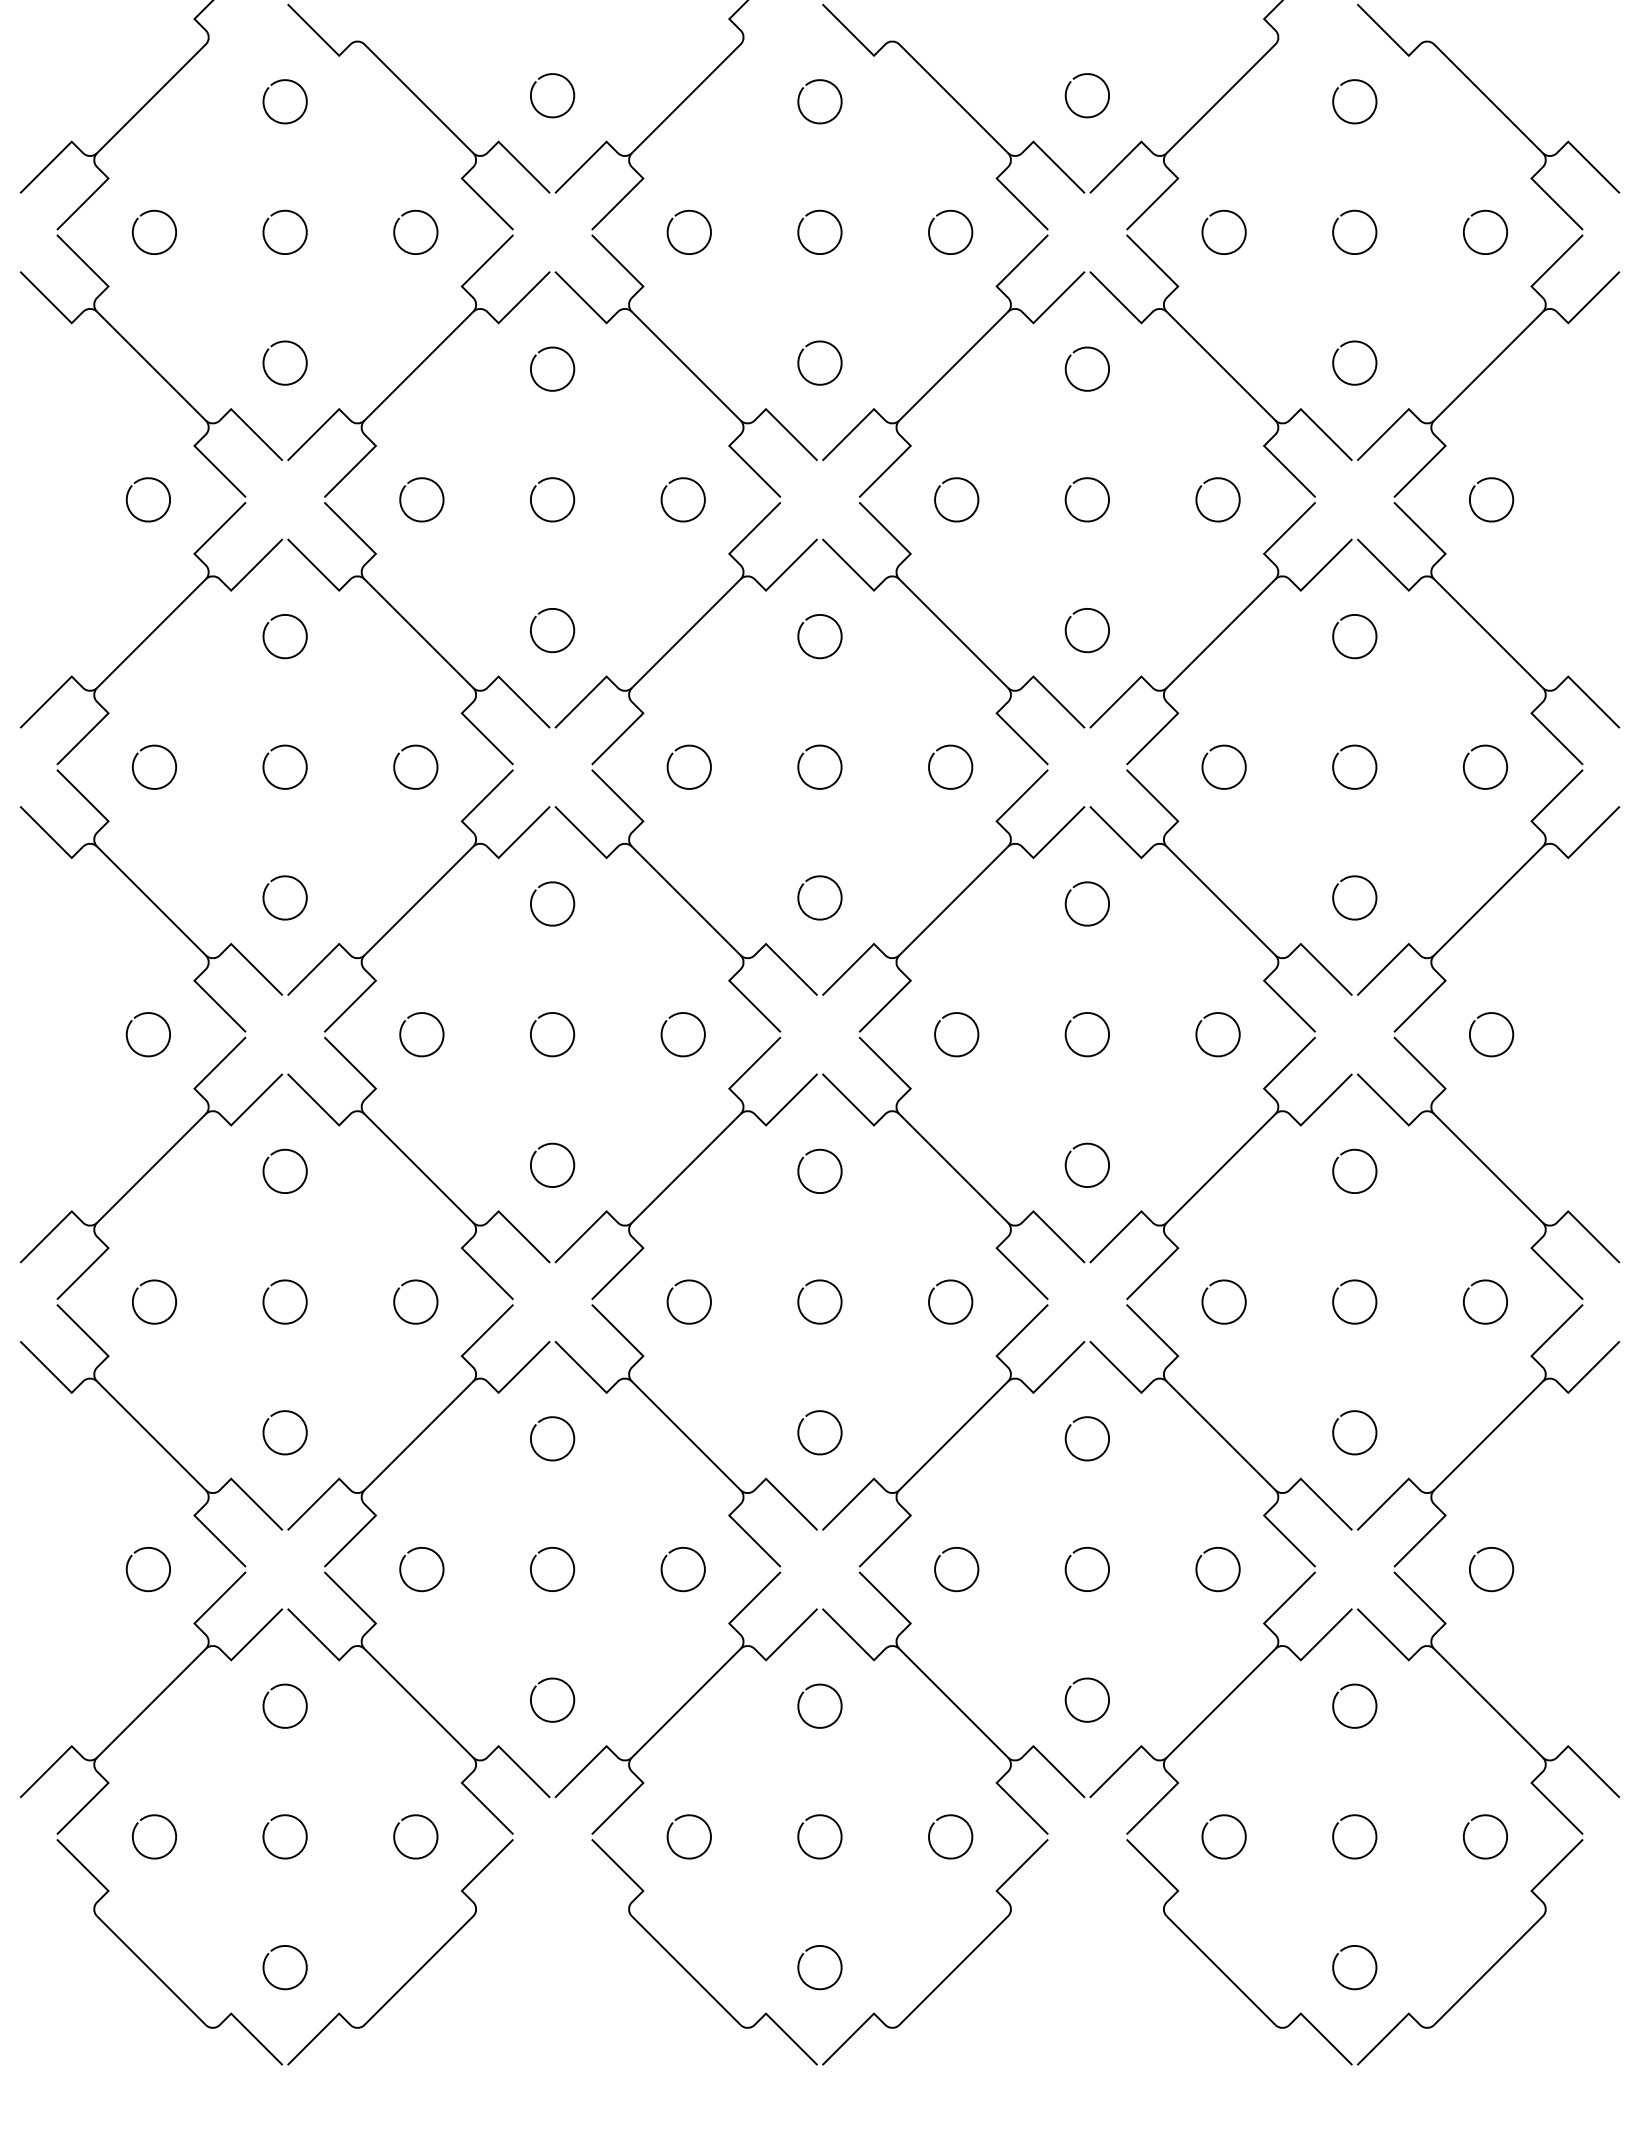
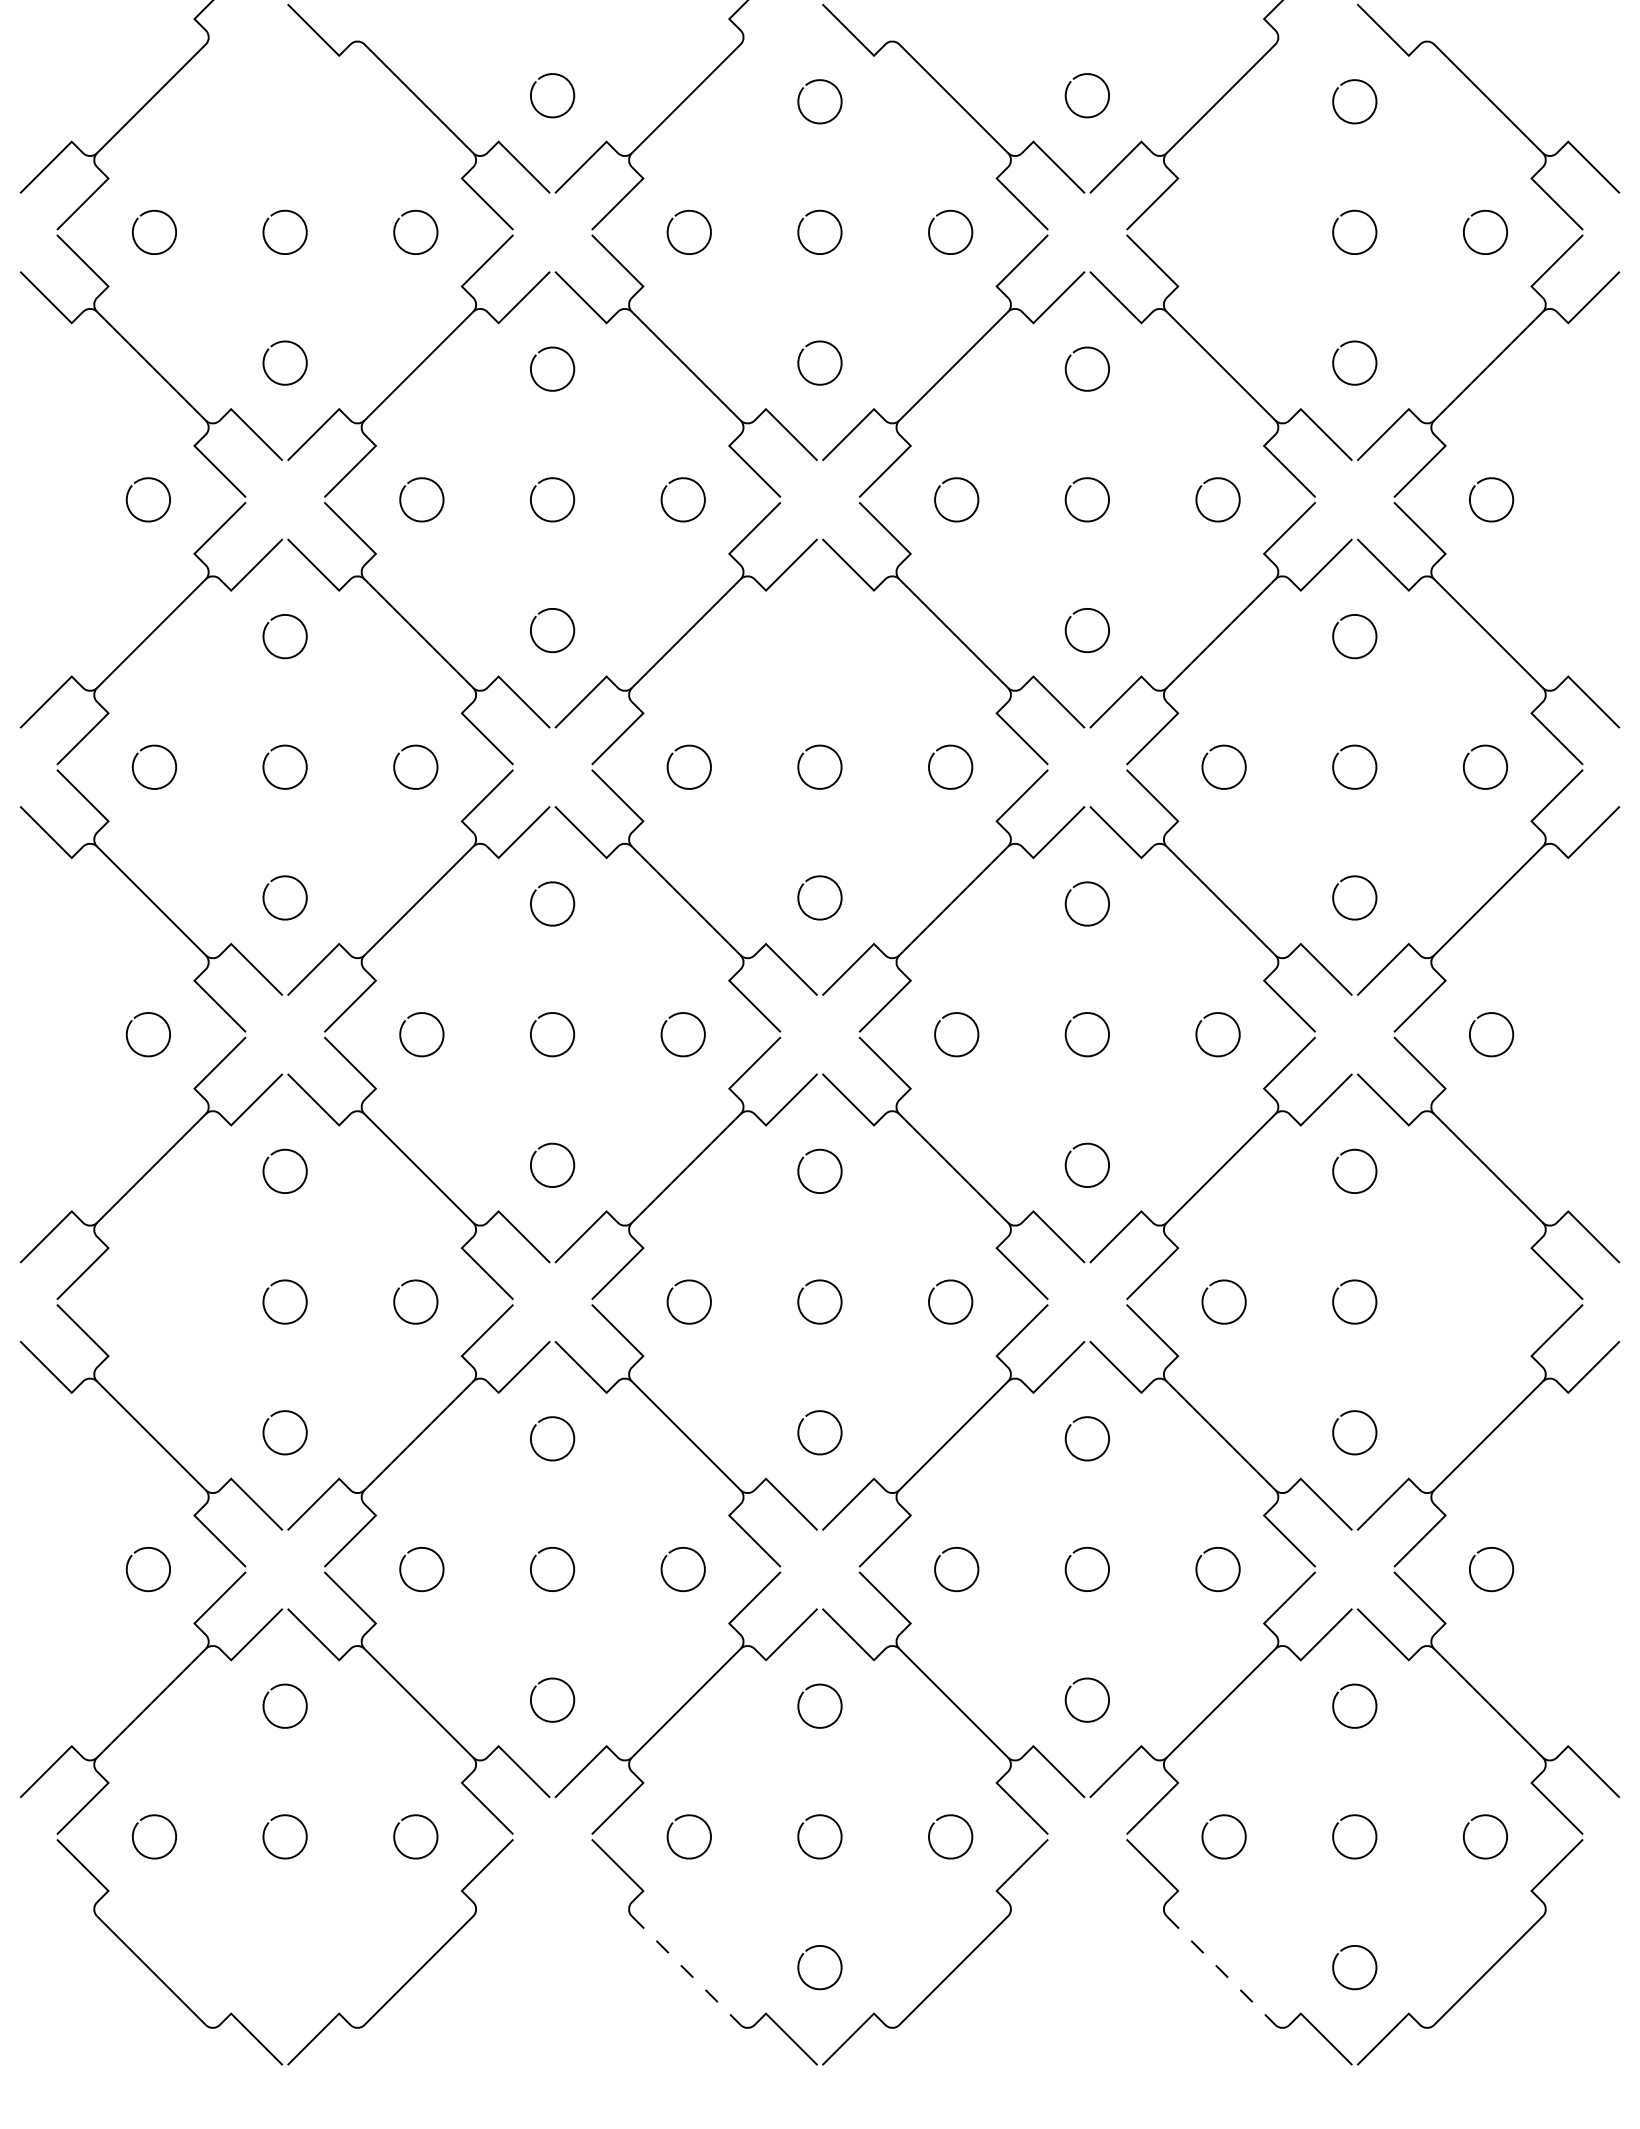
curve at (265, 96): present -> none
curve at (1211, 216): present -> none
curve at (800, 630): present -> none
curve at (148, 1282): present -> none
curve at (1479, 1282): present -> none
curve at (267, 1957): present -> none
line at (686, 1970): solid -> dashed
line at (1221, 1970): solid -> dashed
